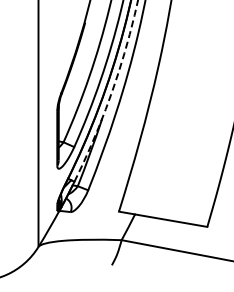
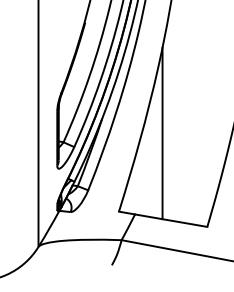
arc at (111, 92): dashed -> solid
line at (162, 133): none -> present
